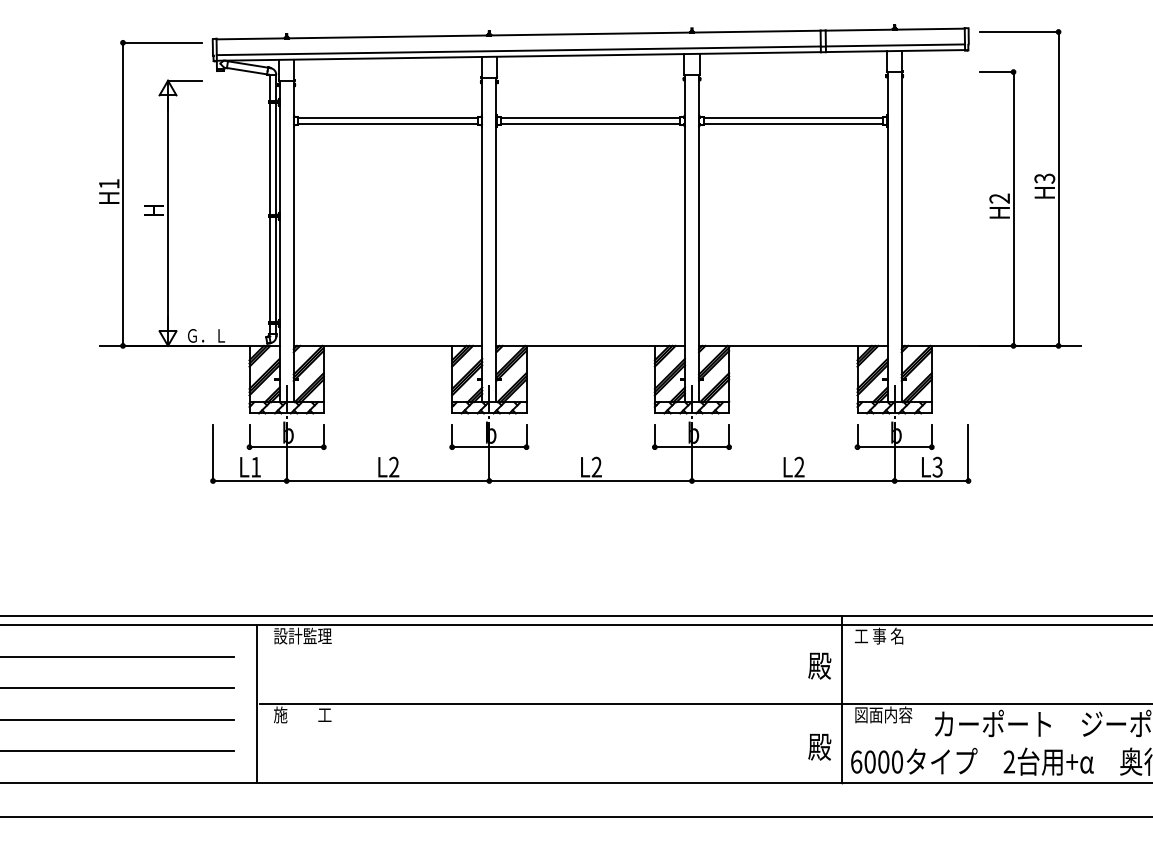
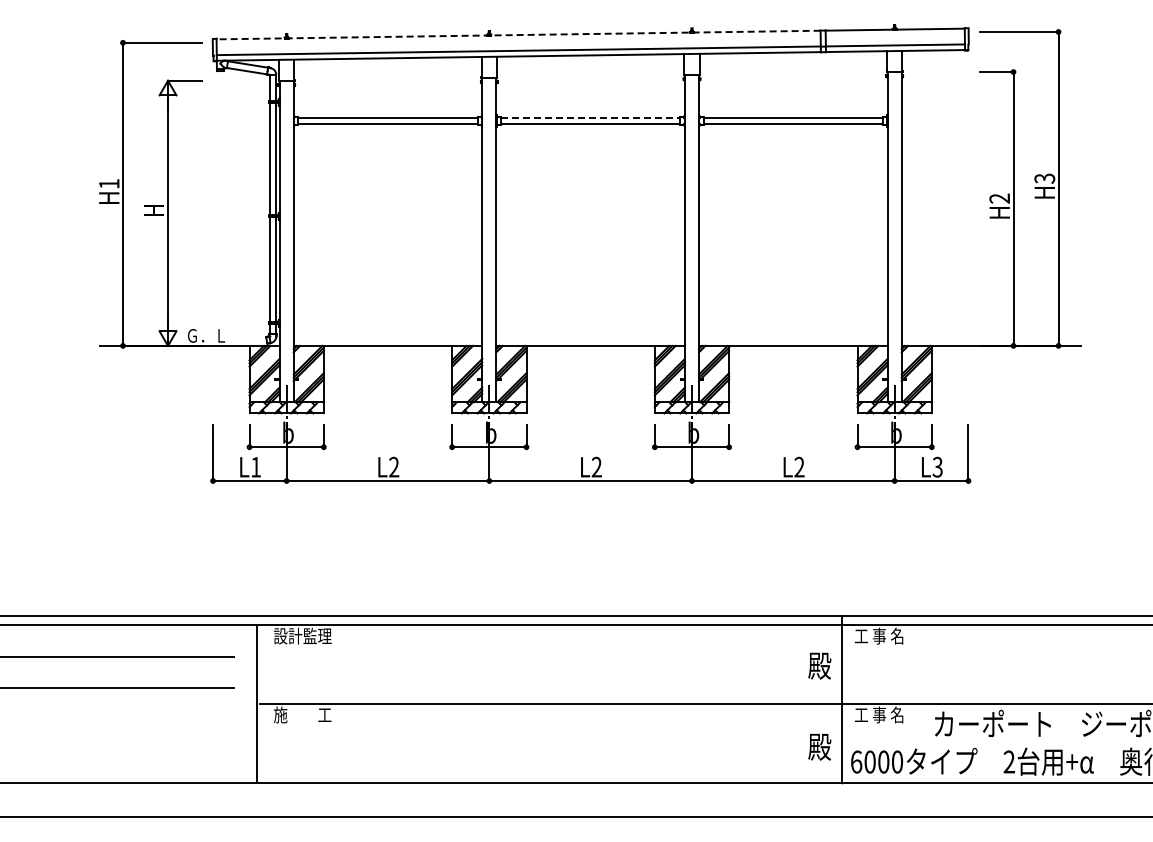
line at (518, 35): solid -> dashed
line at (590, 117): solid -> dashed
text at (883, 714): 図面内容 -> 工 事 名
line at (118, 719): present -> none
line at (118, 751): present -> none
